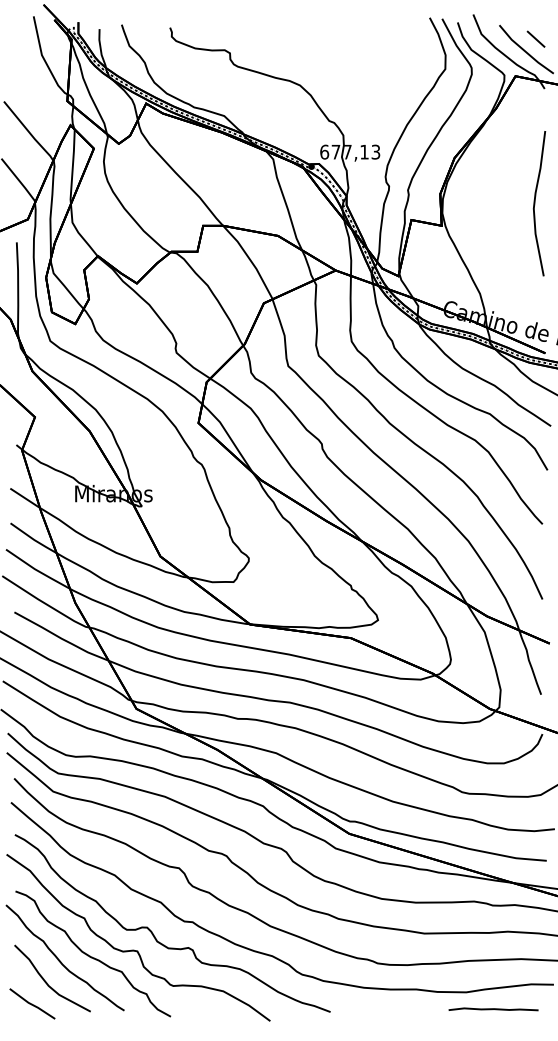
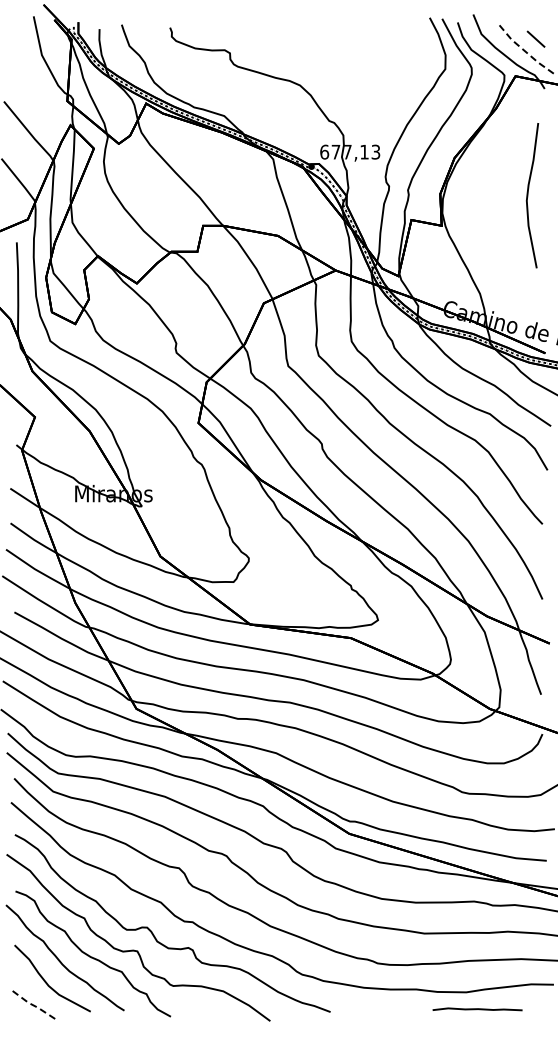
line at (524, 50): solid -> dashed
curve at (535, 203) position: (535, 203) -> (528, 195)
line at (32, 1004): solid -> dashed
line at (493, 1009) position: (493, 1009) -> (477, 1009)
